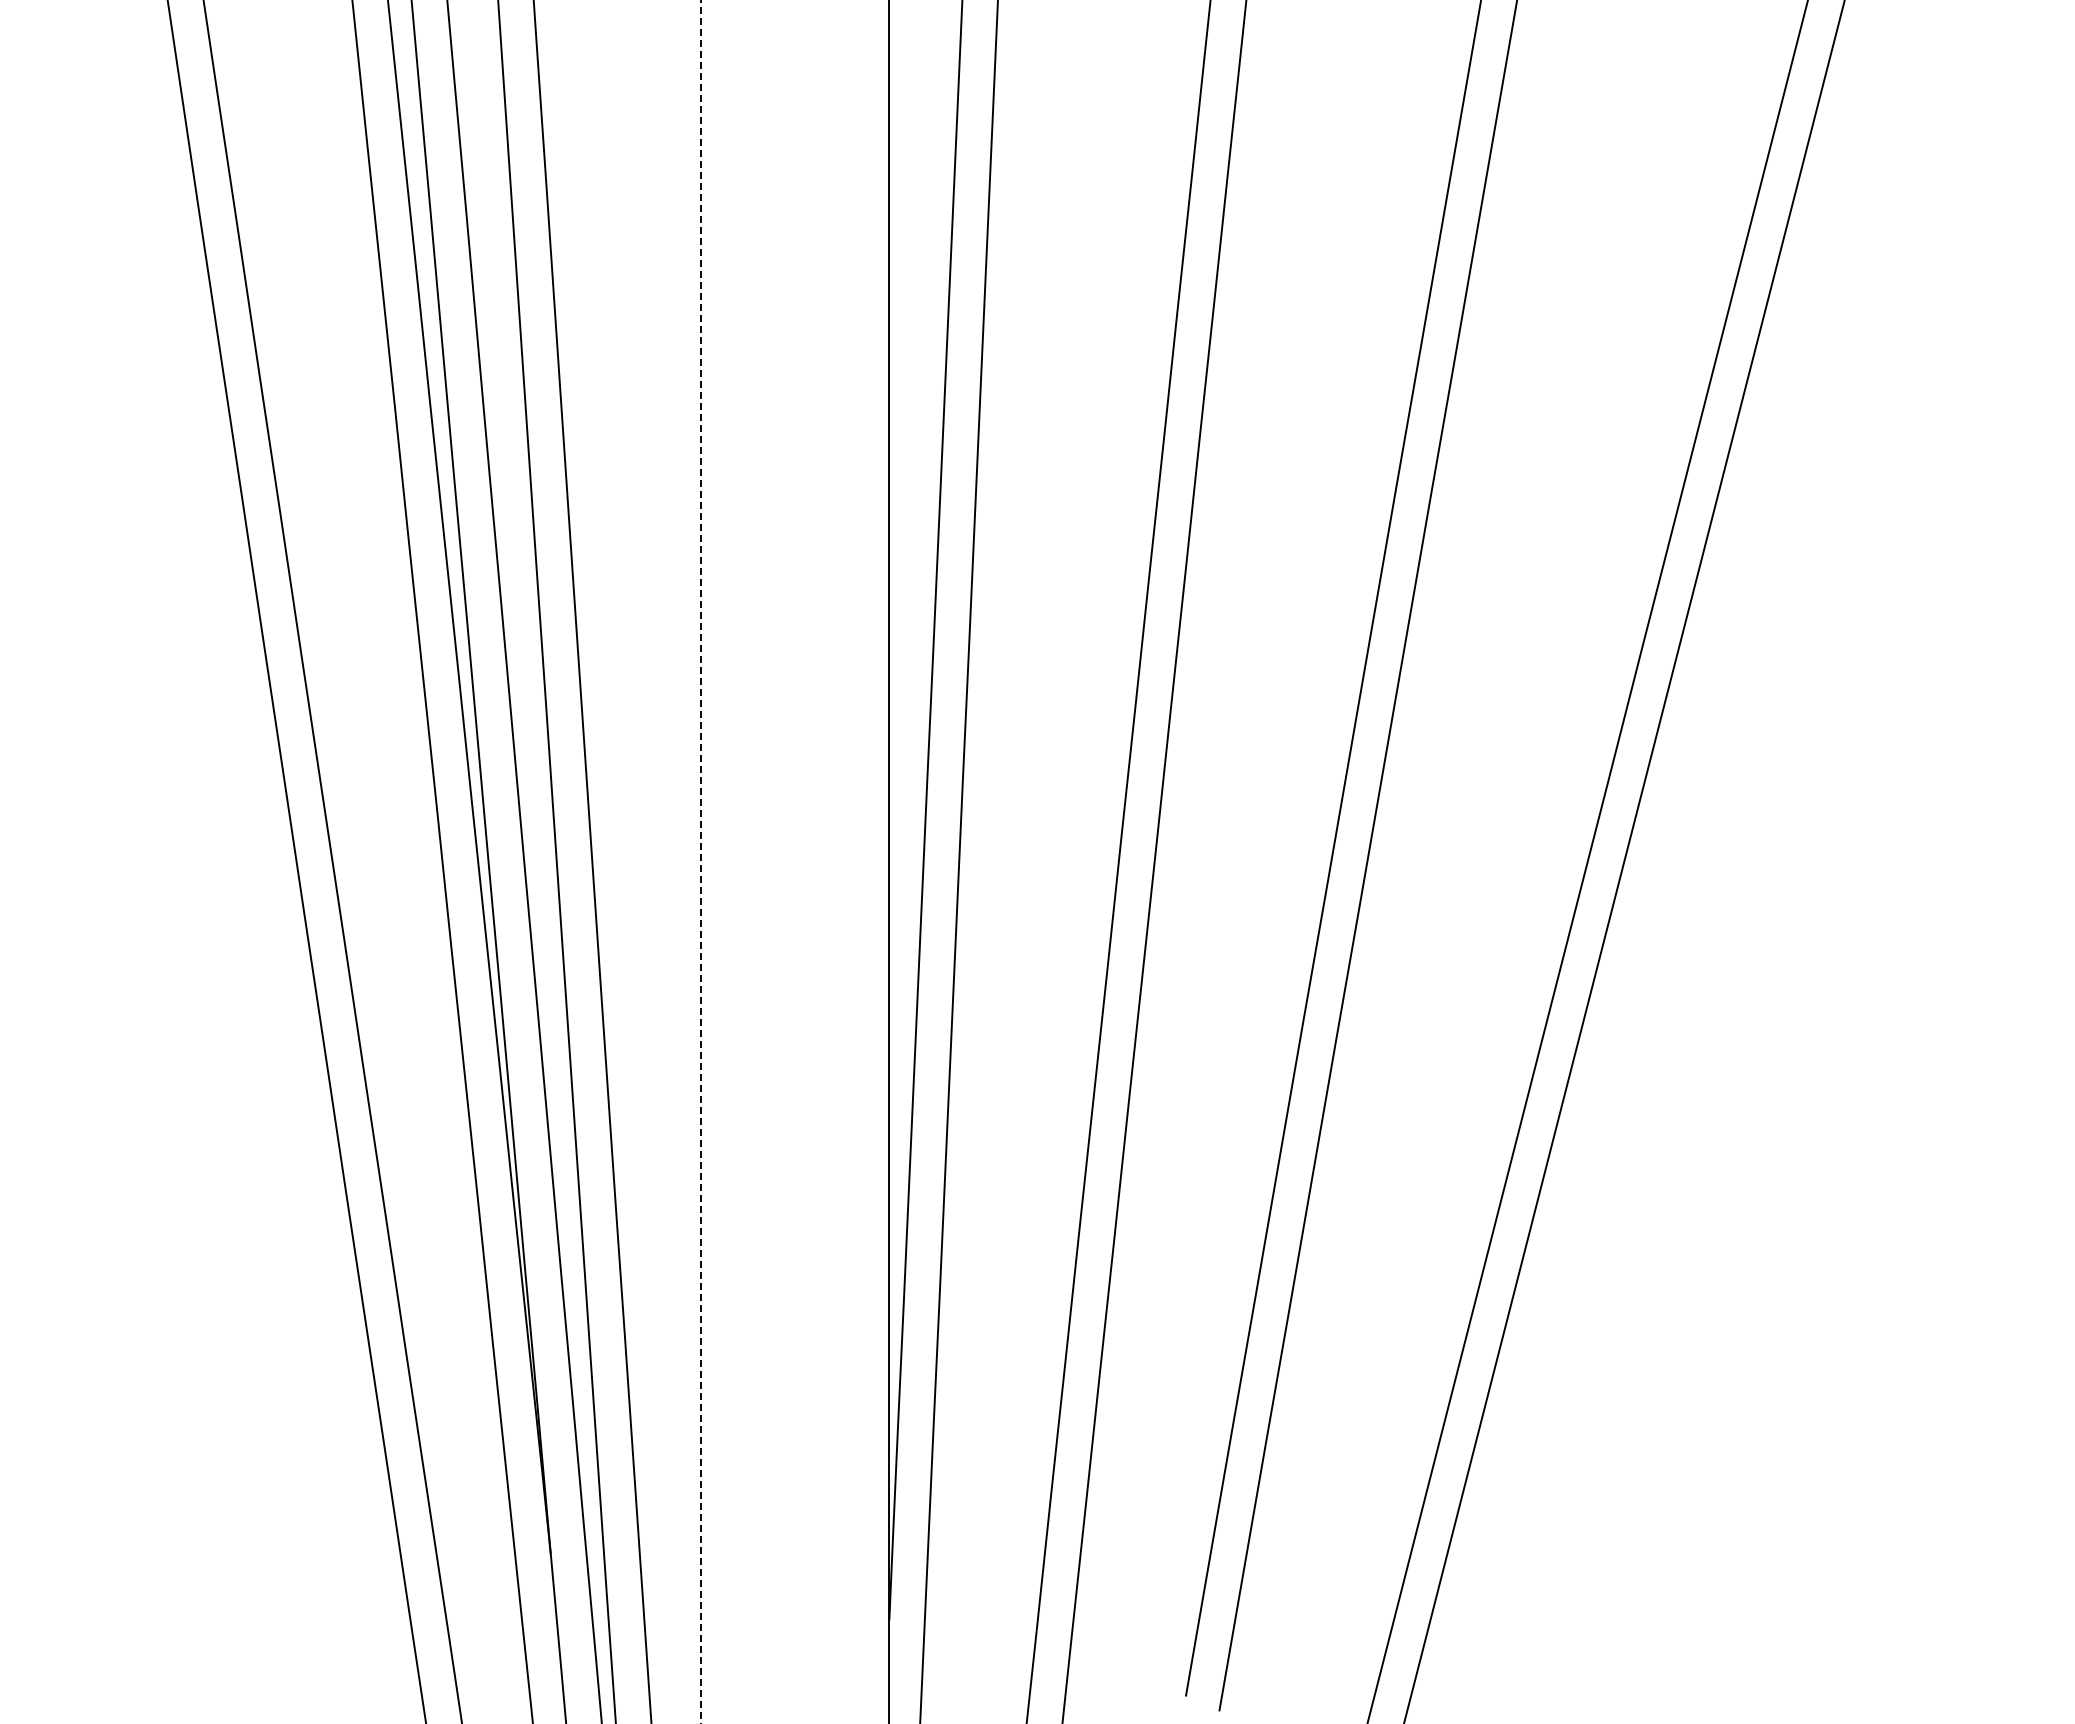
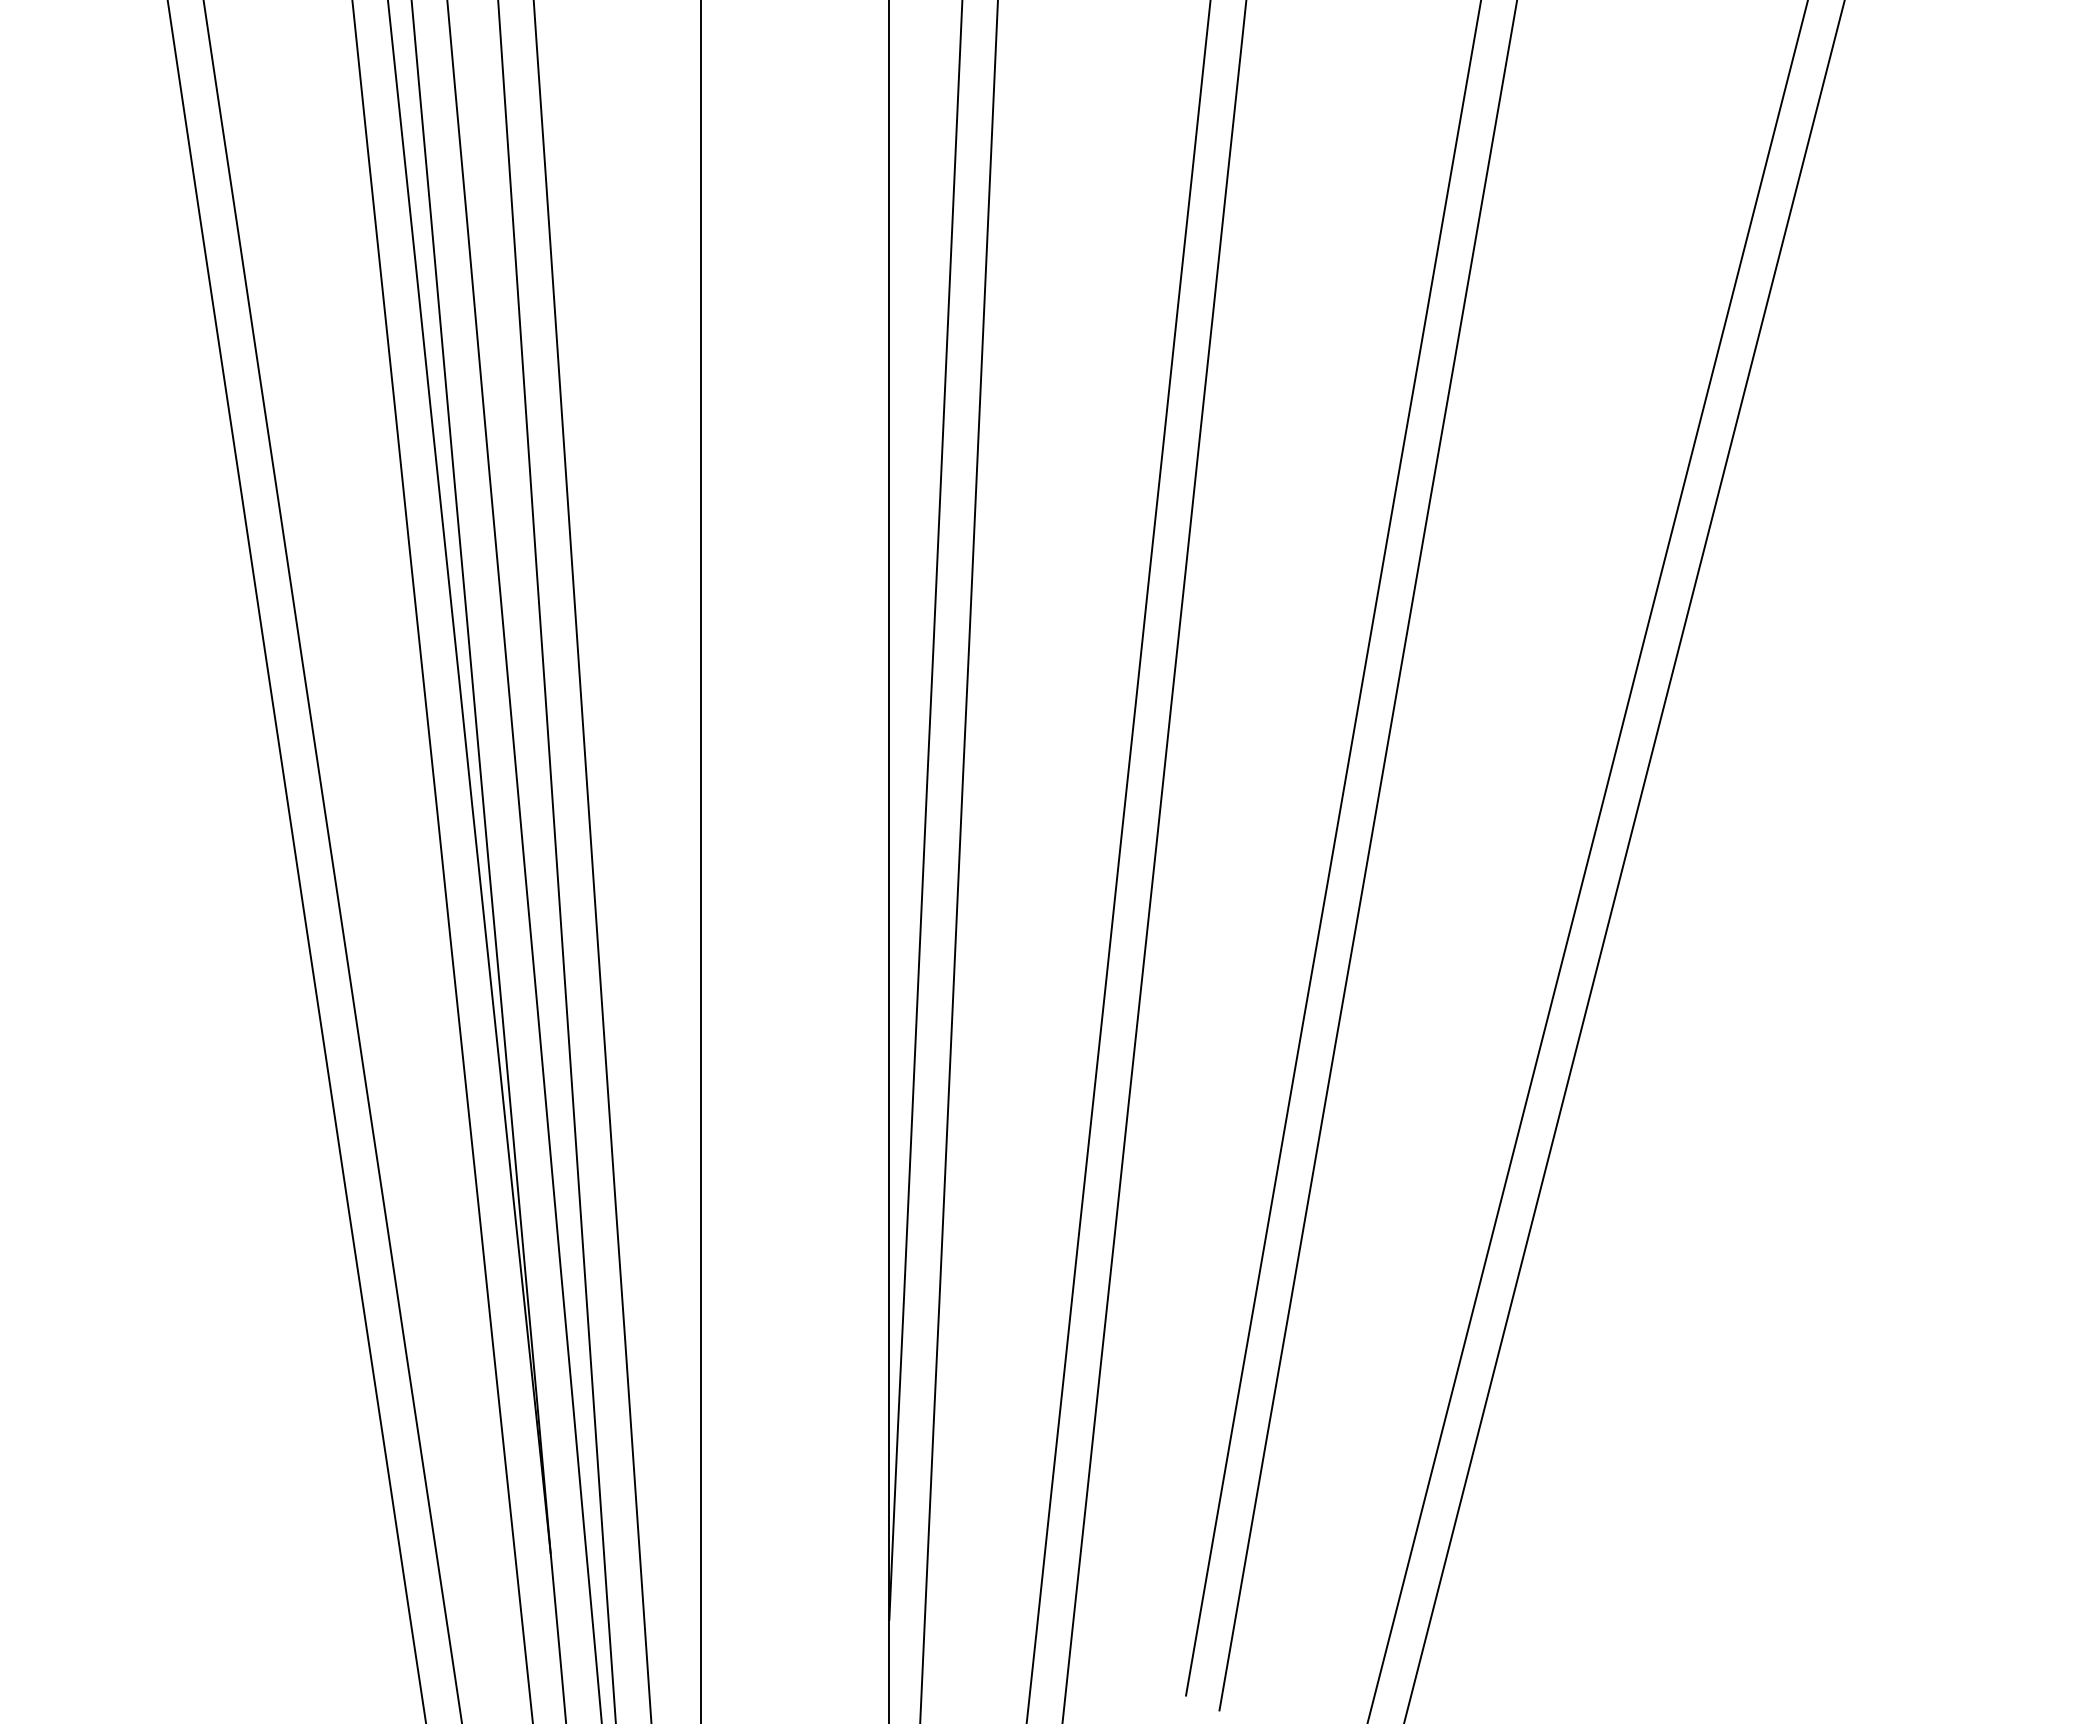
line at (701, 861): dashed -> solid
